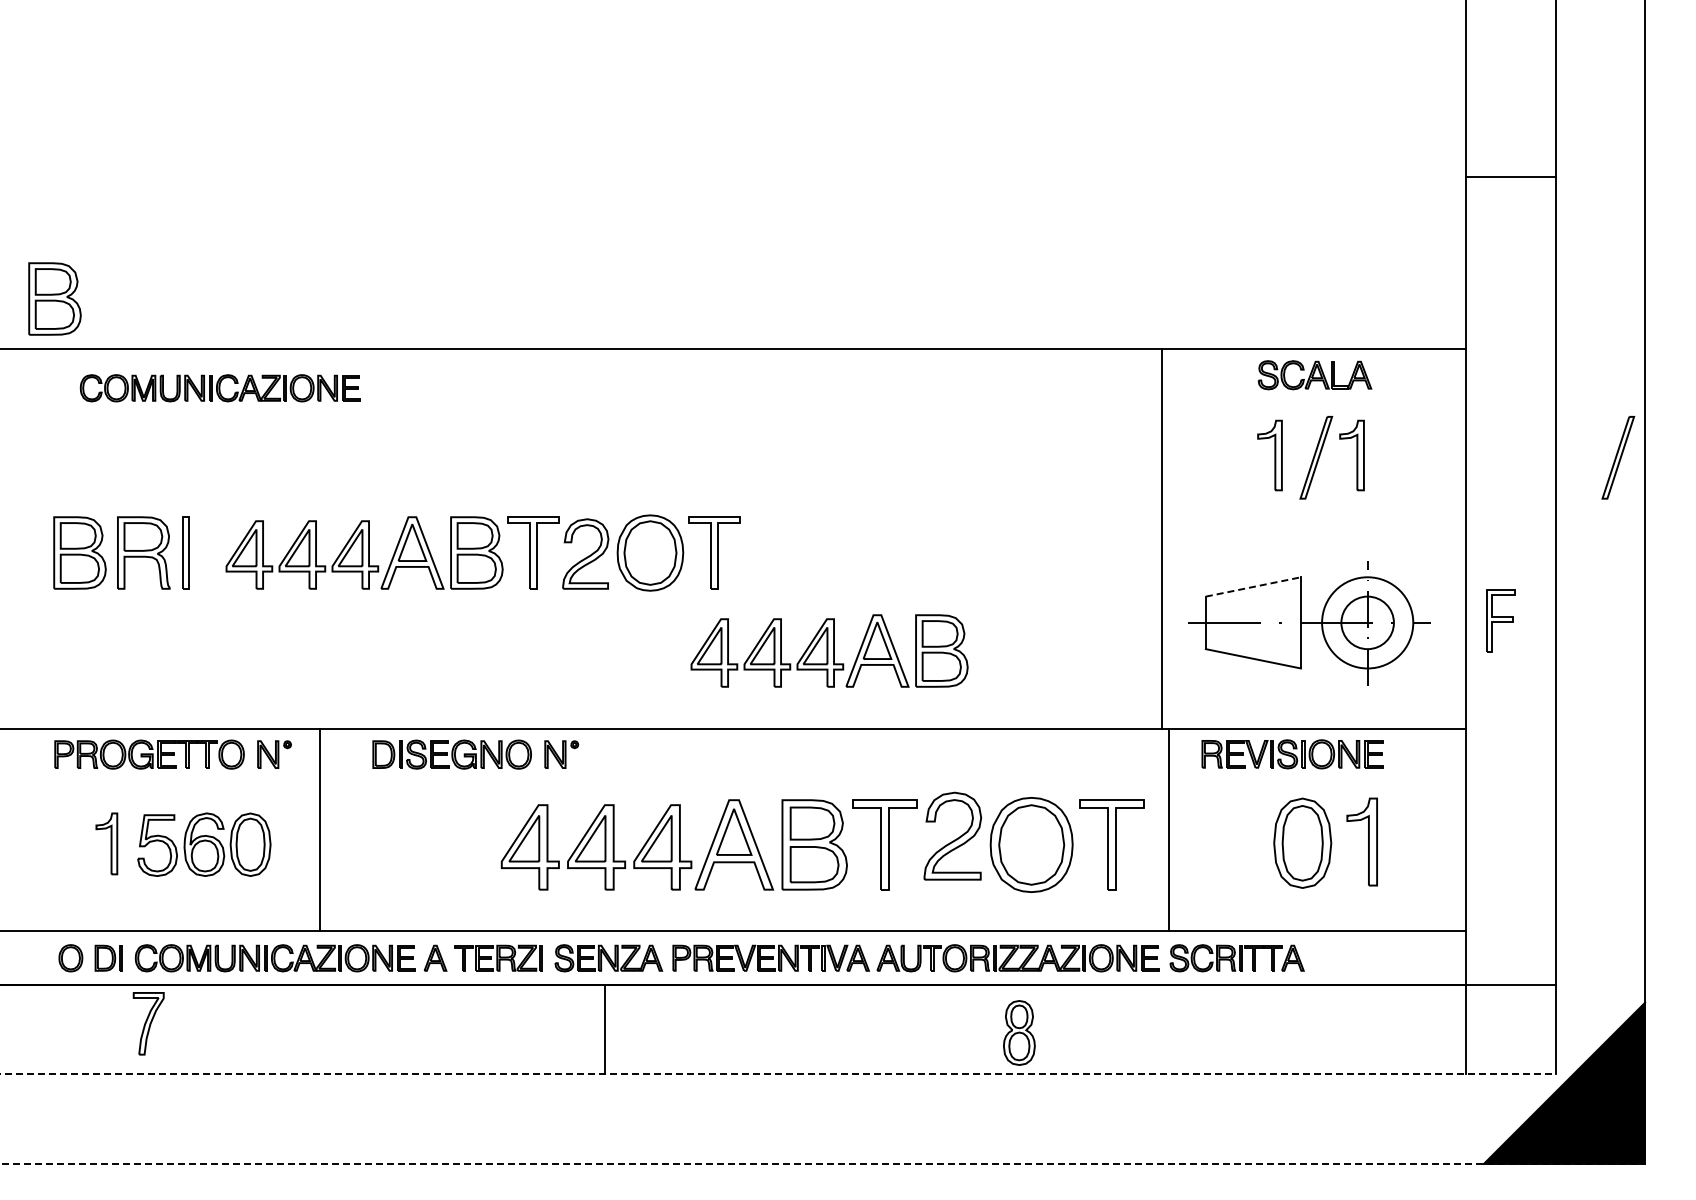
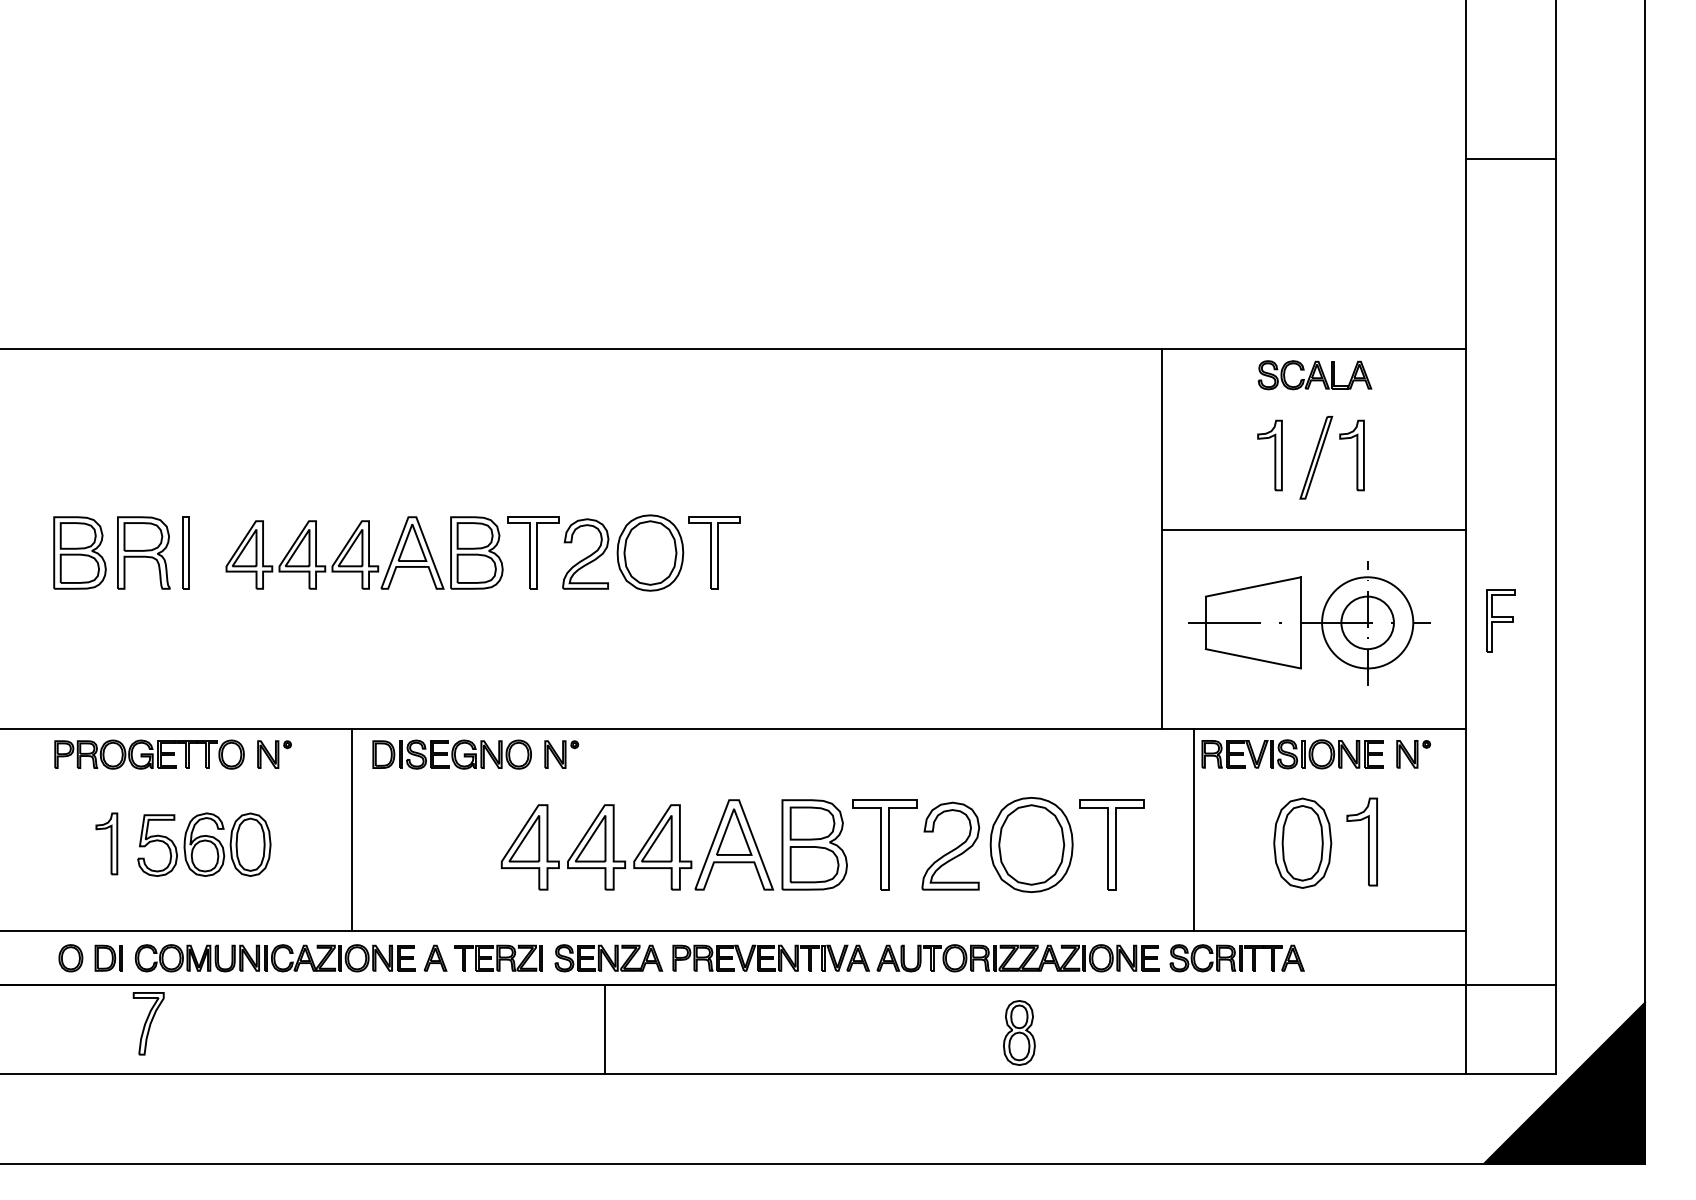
line at (1510, 176) position: (1510, 176) -> (1510, 158)
part at (54, 298): present -> none
part at (219, 388): present -> none
part at (1618, 457): present -> none
line at (1313, 530): none -> present
line at (1253, 586): dashed -> solid
part at (829, 650): present -> none
part at (1413, 754): none -> present
line at (320, 829) position: (320, 829) -> (352, 829)
line at (1169, 829) position: (1169, 829) -> (1194, 829)
part at (952, 835) position: (952, 835) -> (950, 845)
line at (778, 1074): dashed -> solid
line at (823, 1163): dashed -> solid
